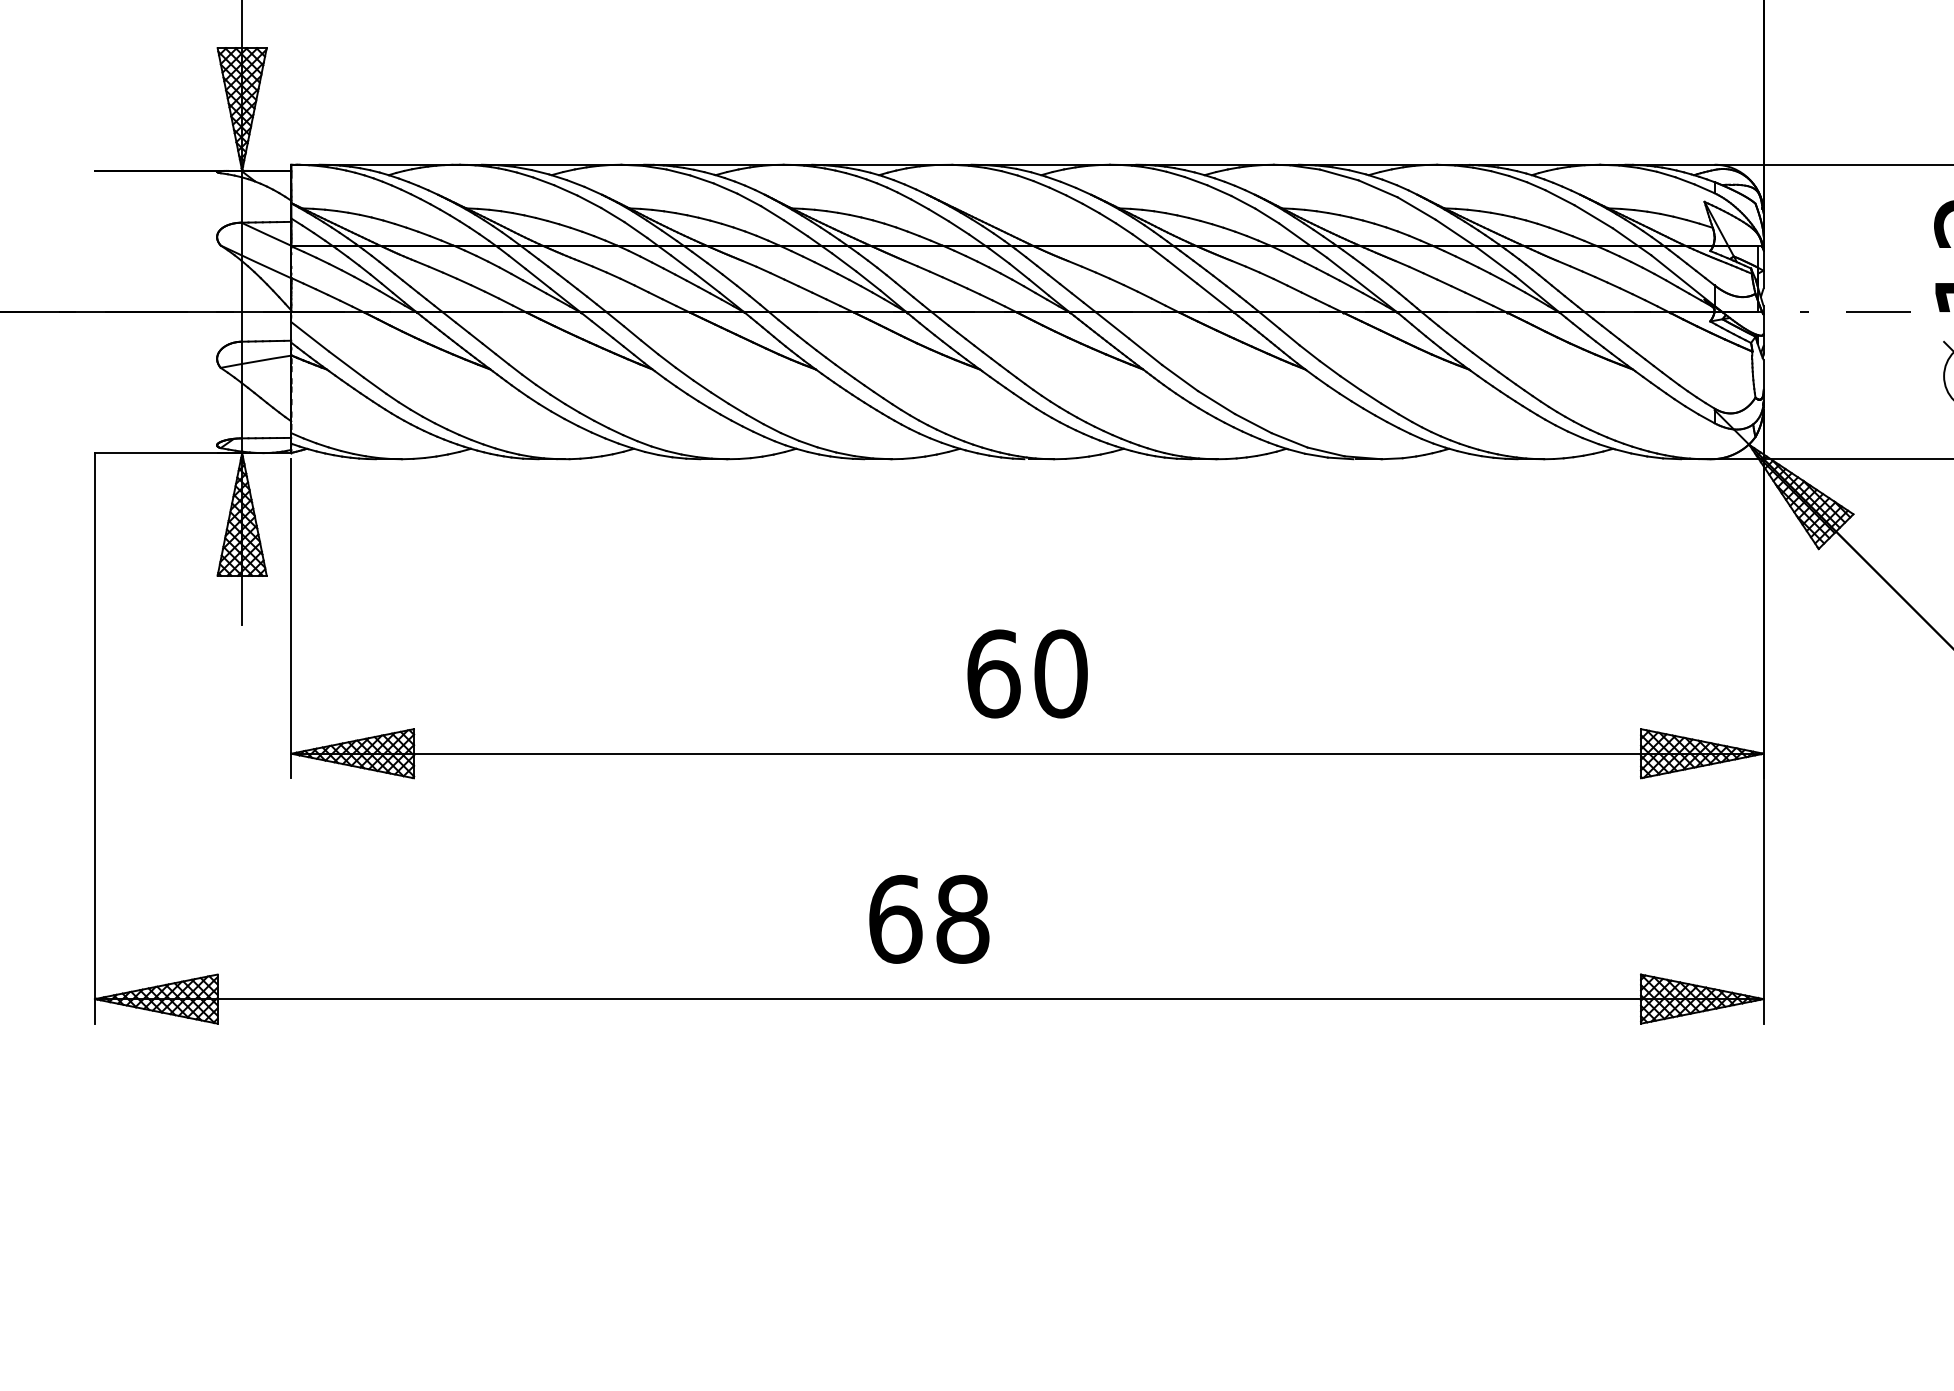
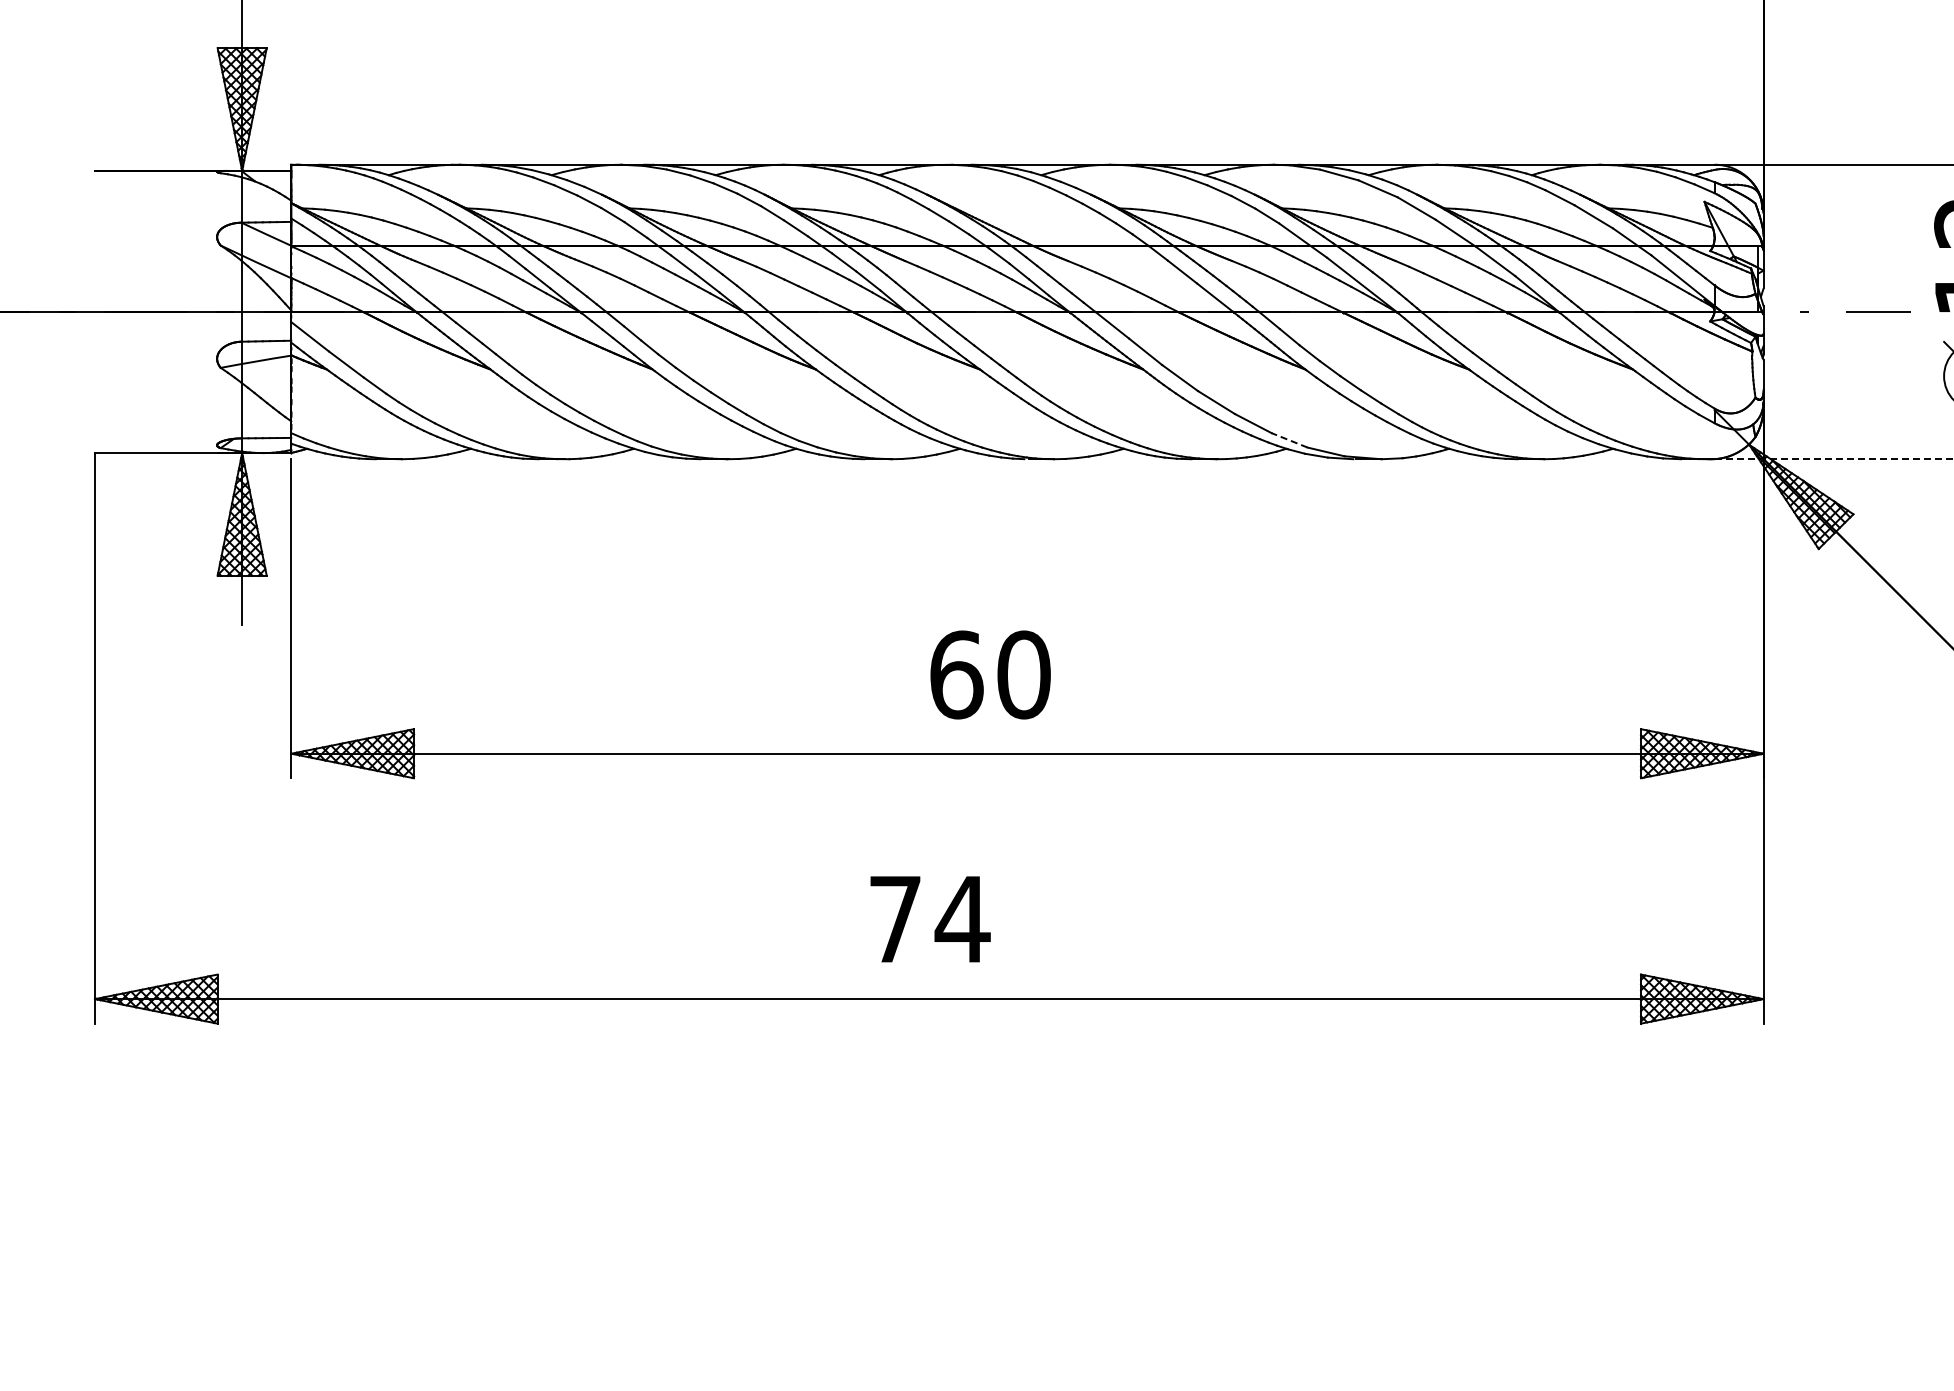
line at (1289, 440): solid -> dashed
line at (1834, 459): solid -> dashed
text at (1027, 673) position: (1027, 673) -> (990, 674)
text at (929, 918): 68 -> 74
